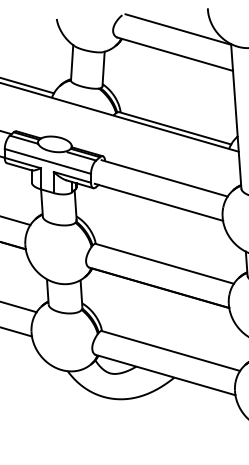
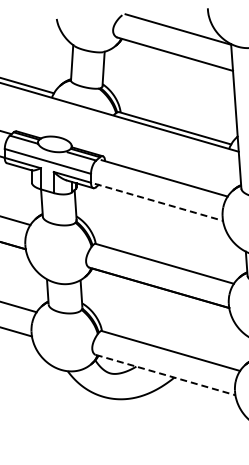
line at (158, 202): solid -> dashed
line at (165, 375): solid -> dashed
